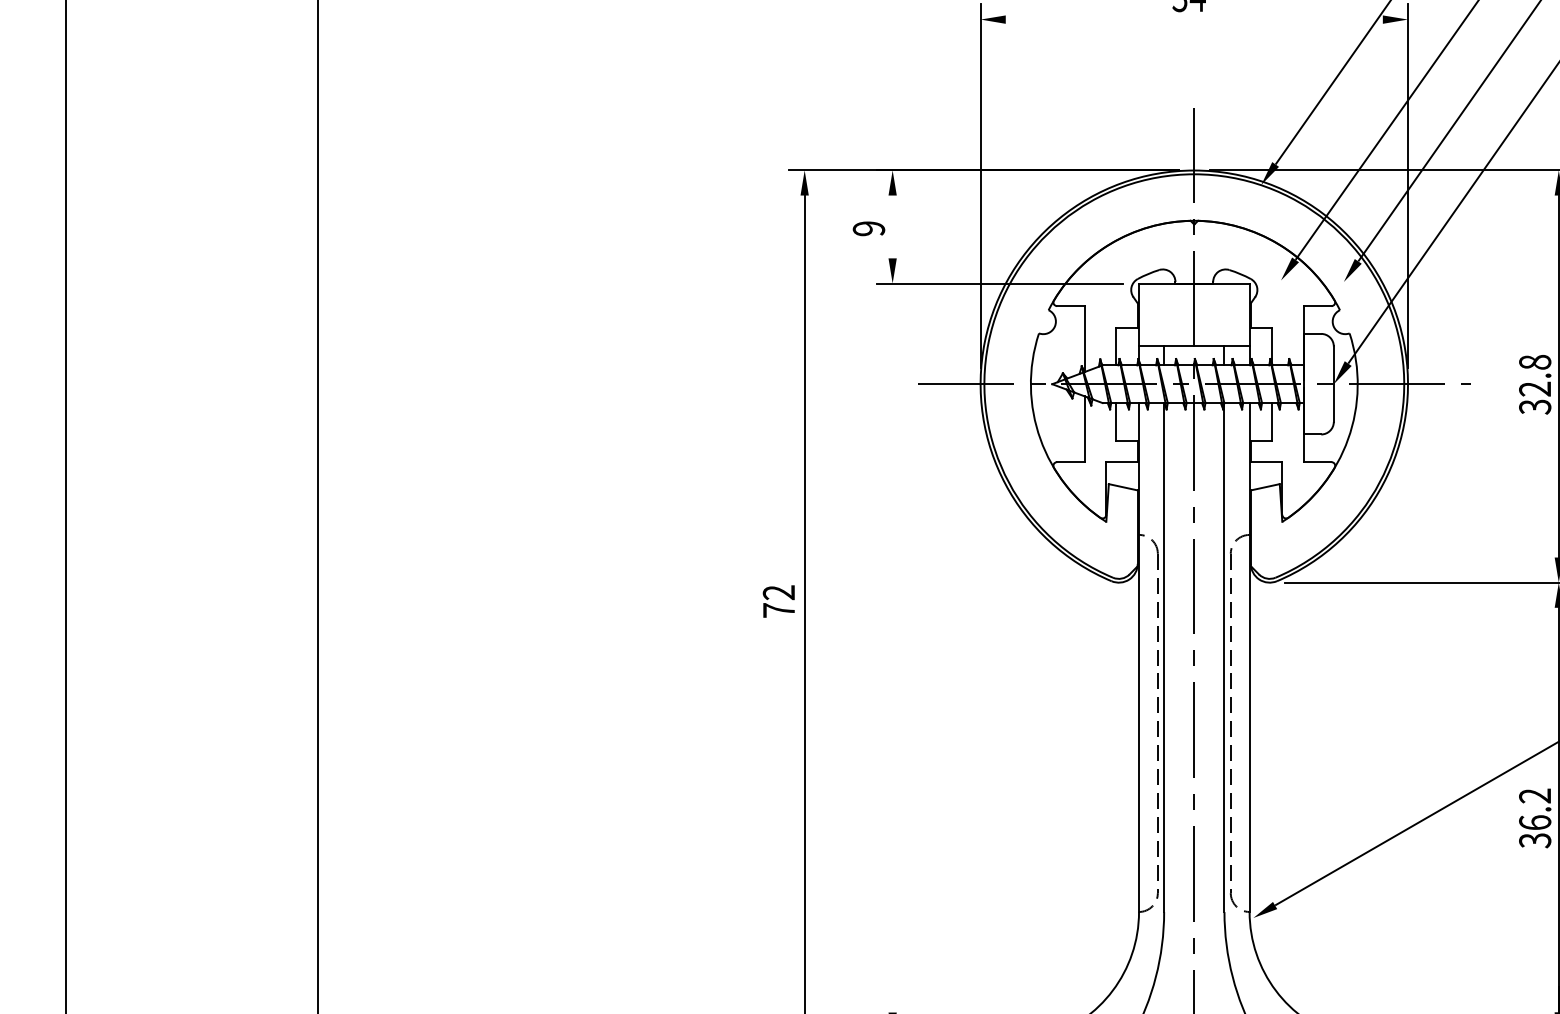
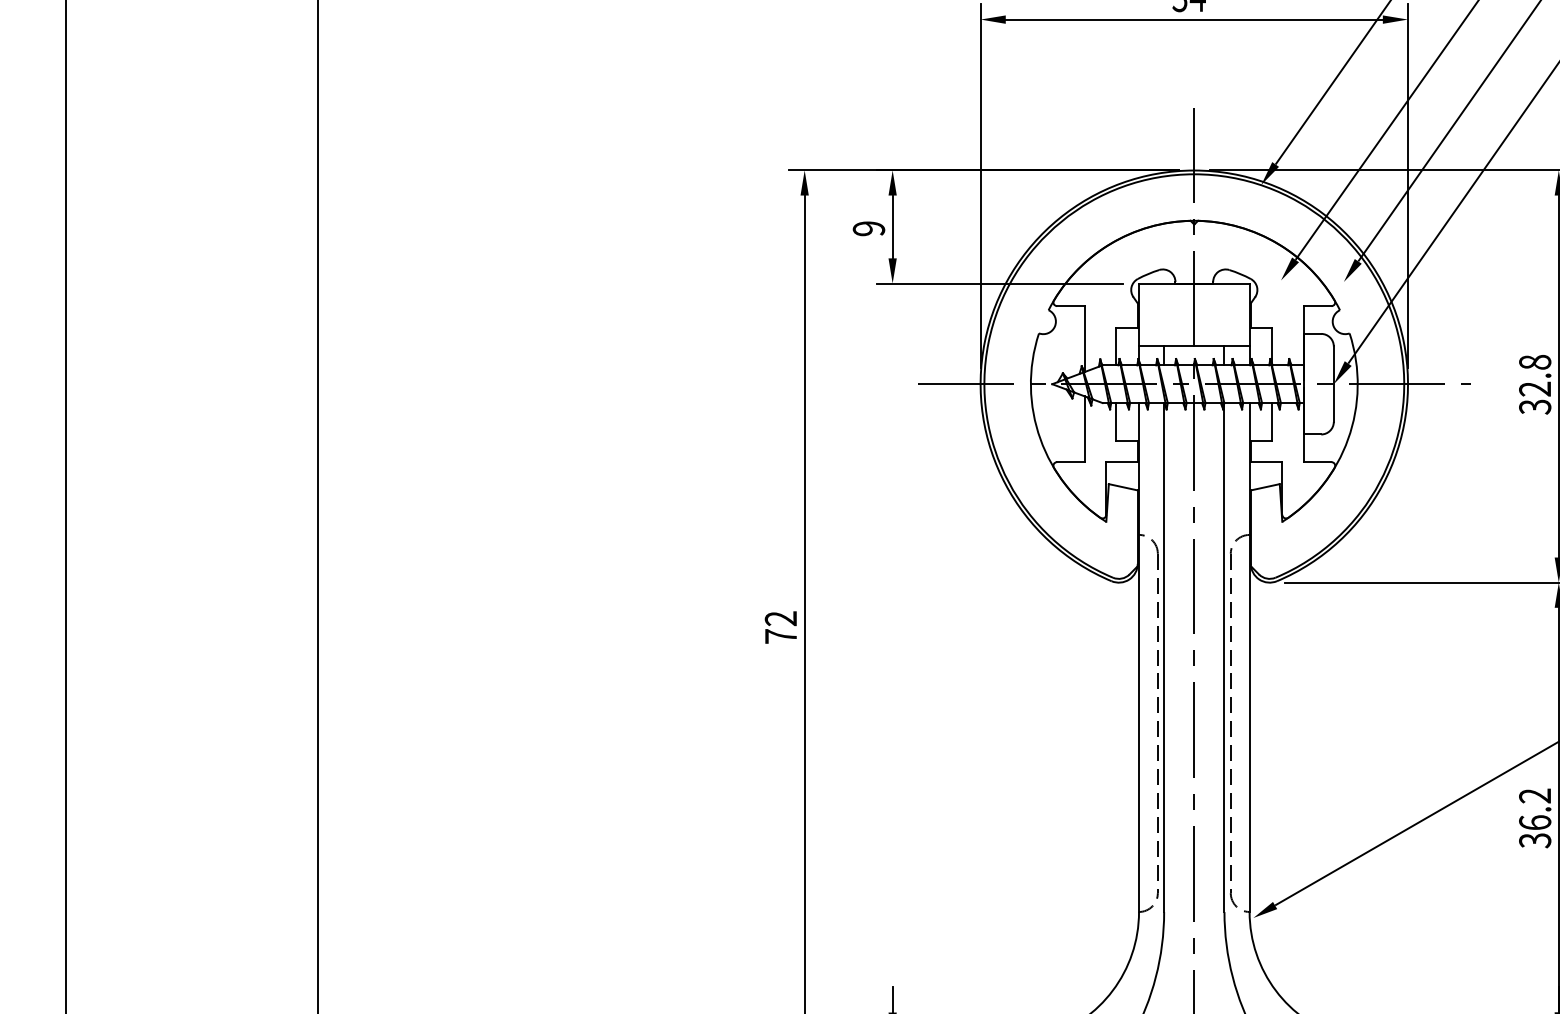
line at (1193, 19): none -> present
line at (892, 226): none -> present
text at (778, 601) position: (778, 601) -> (780, 627)
line at (892, 998): none -> present
